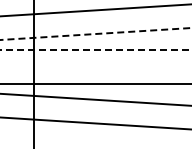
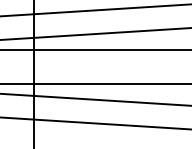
line at (96, 33): dashed -> solid
line at (95, 49): dashed -> solid
